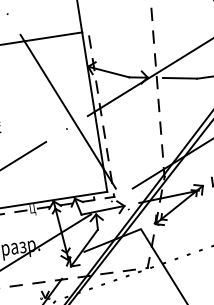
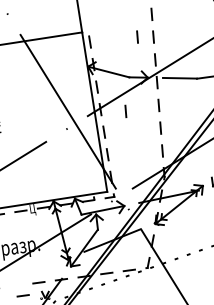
line at (137, 36): none -> present
line at (125, 110): none -> present
line at (15, 285) position: (15, 285) -> (22, 295)
